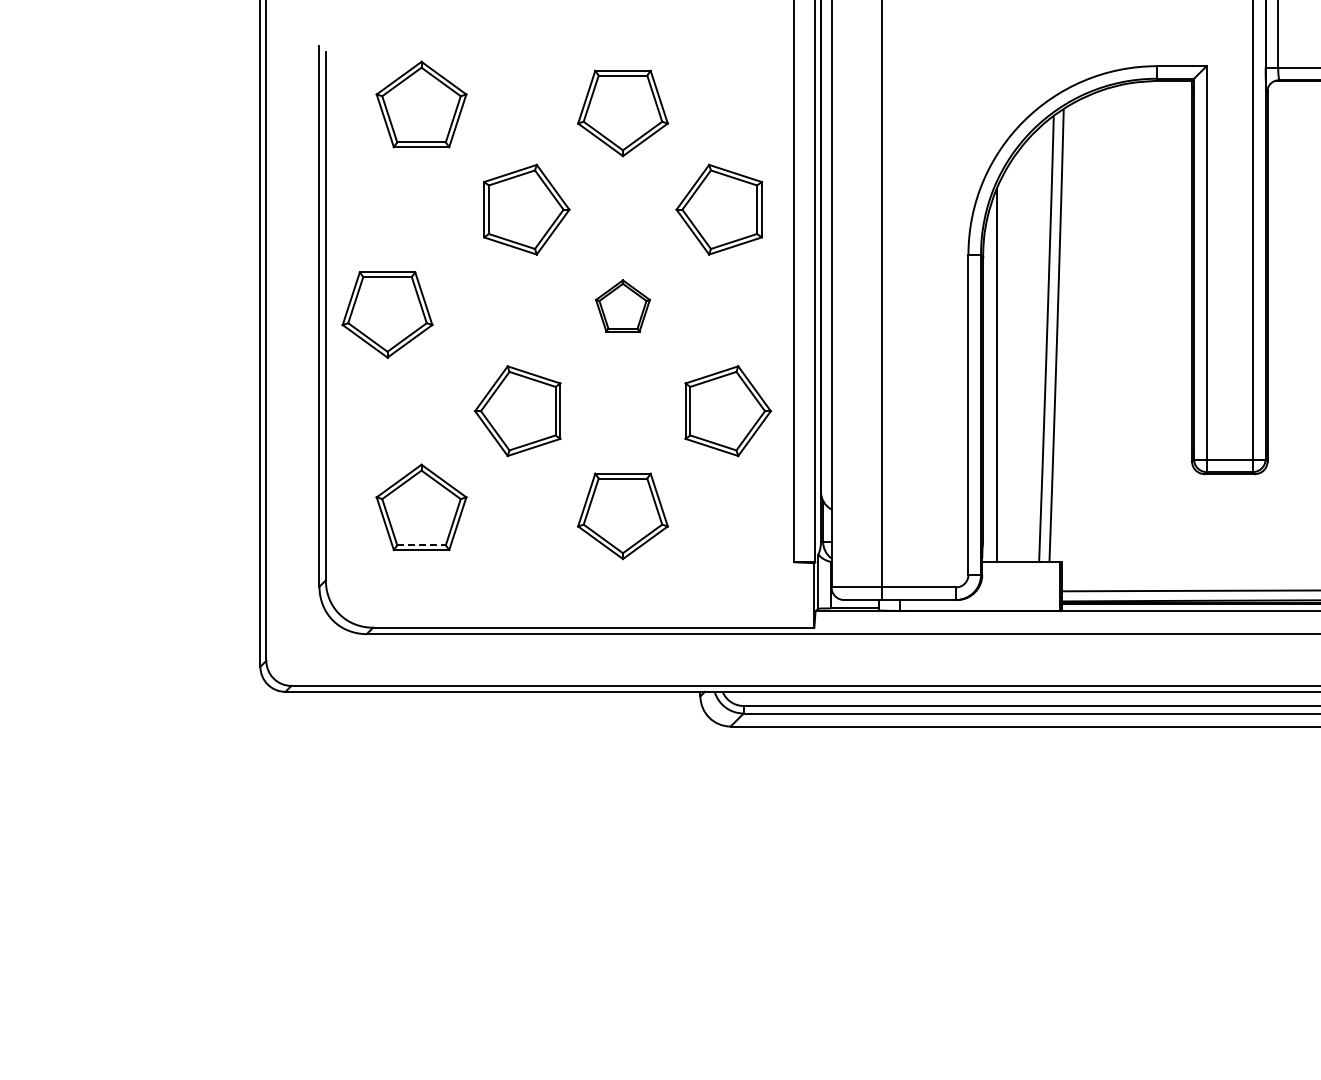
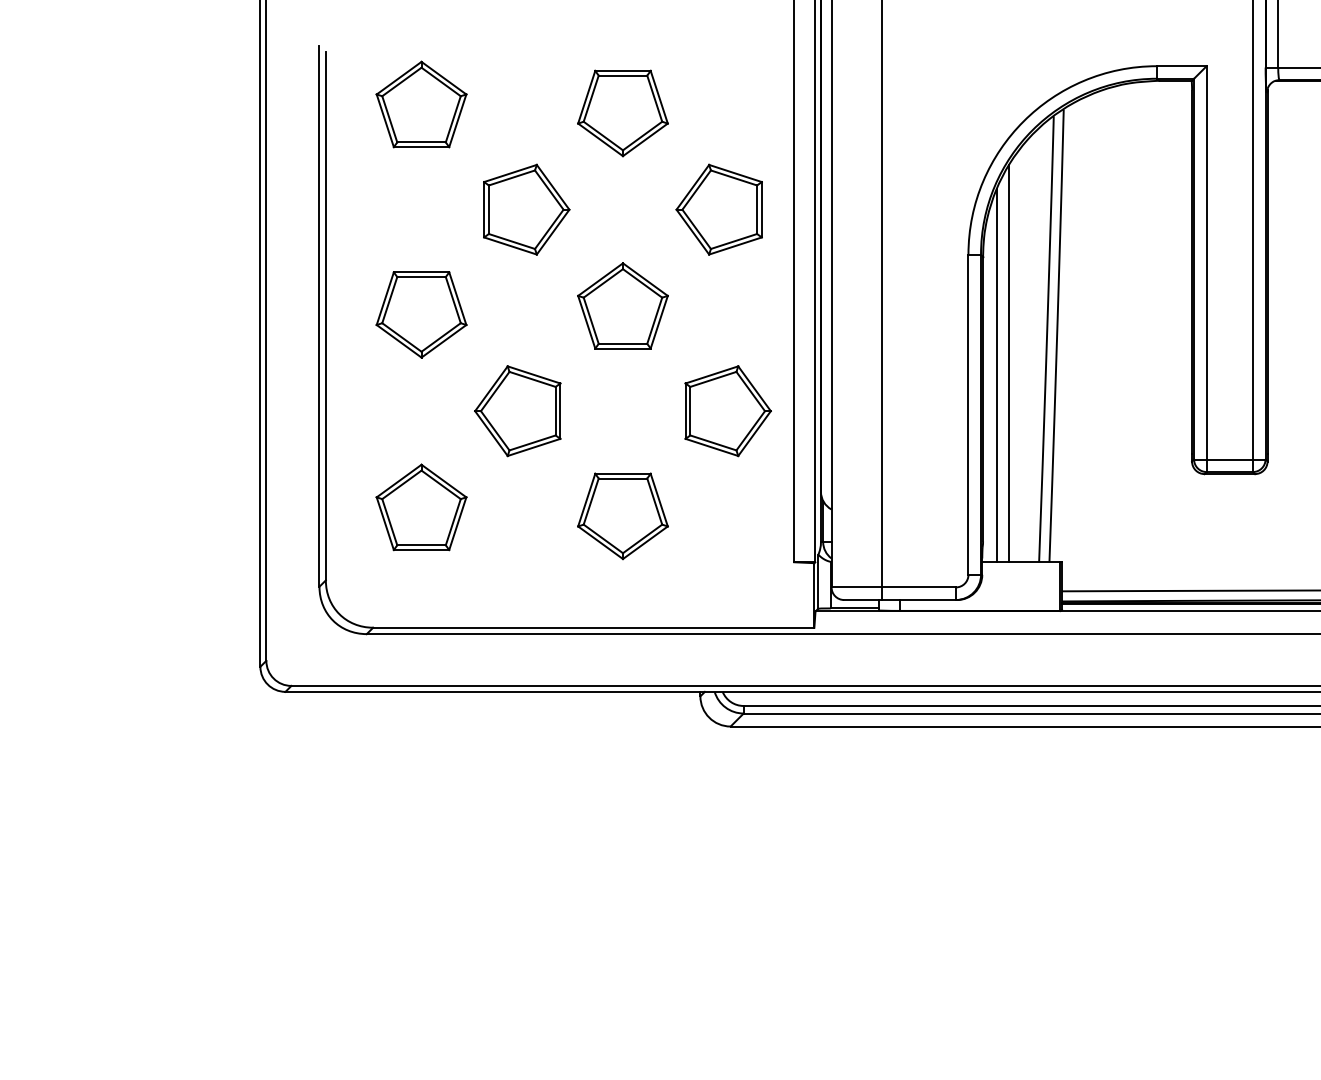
part at (622, 305) size: 56x54 px -> 92x88 px
part at (387, 314) position: (387, 314) -> (421, 314)
line at (1009, 363): none -> present
line at (422, 545): dashed -> solid
